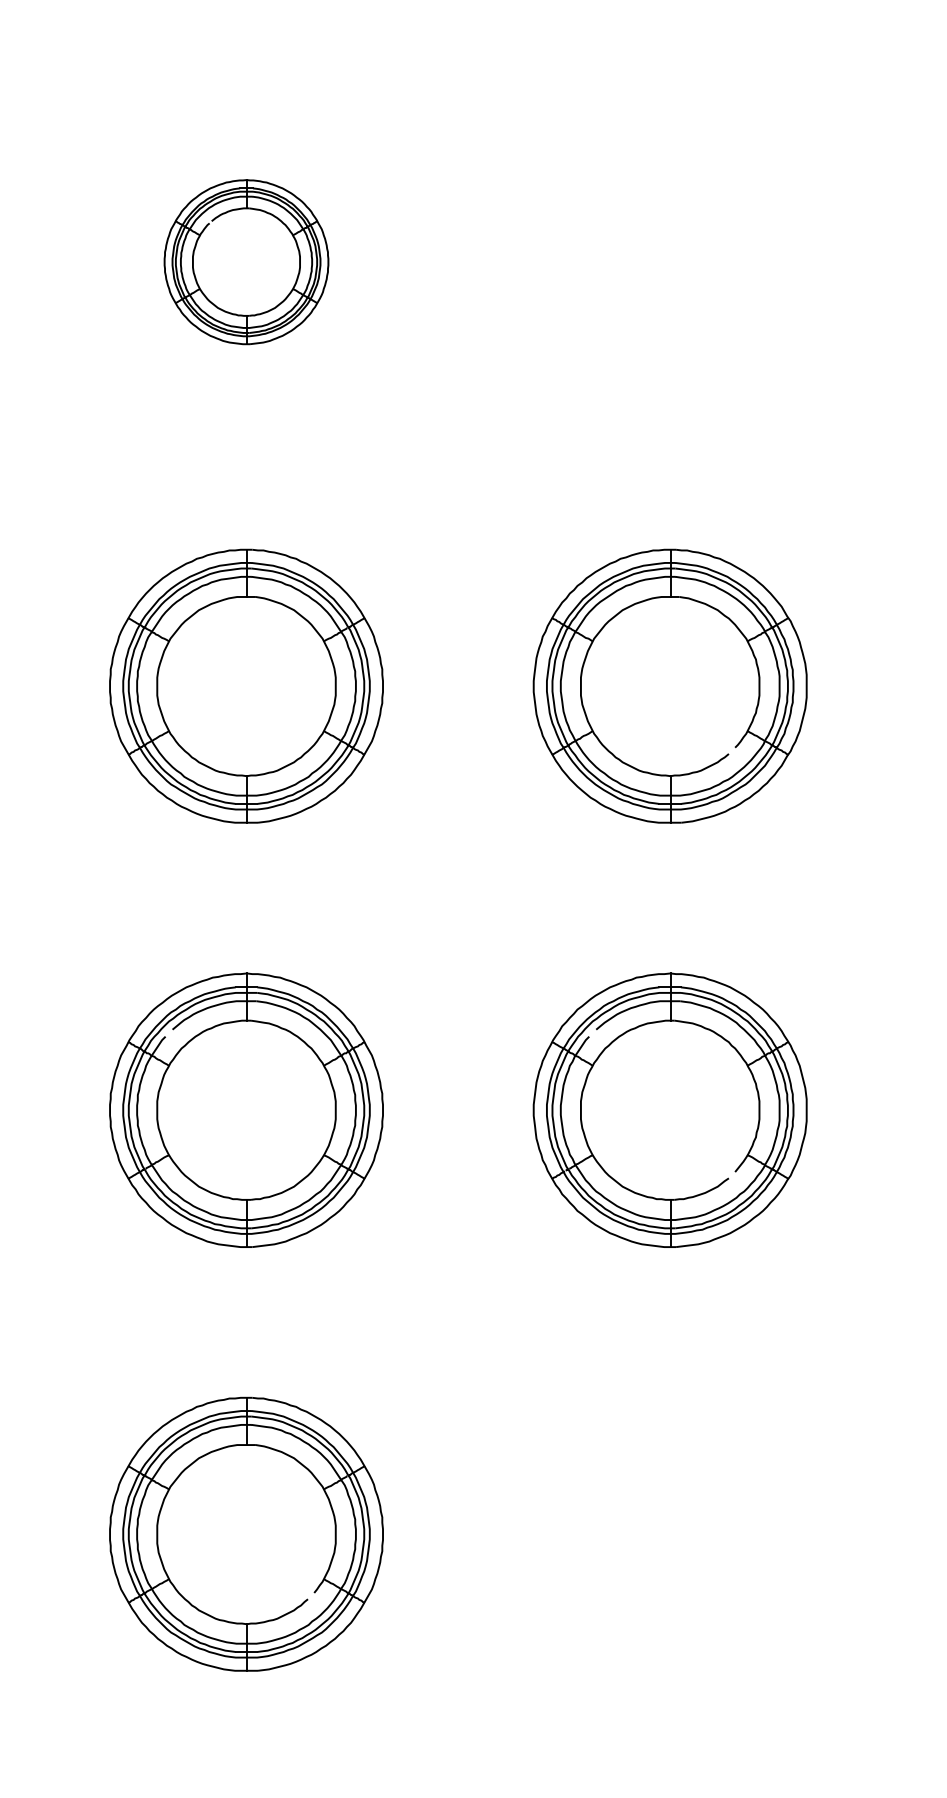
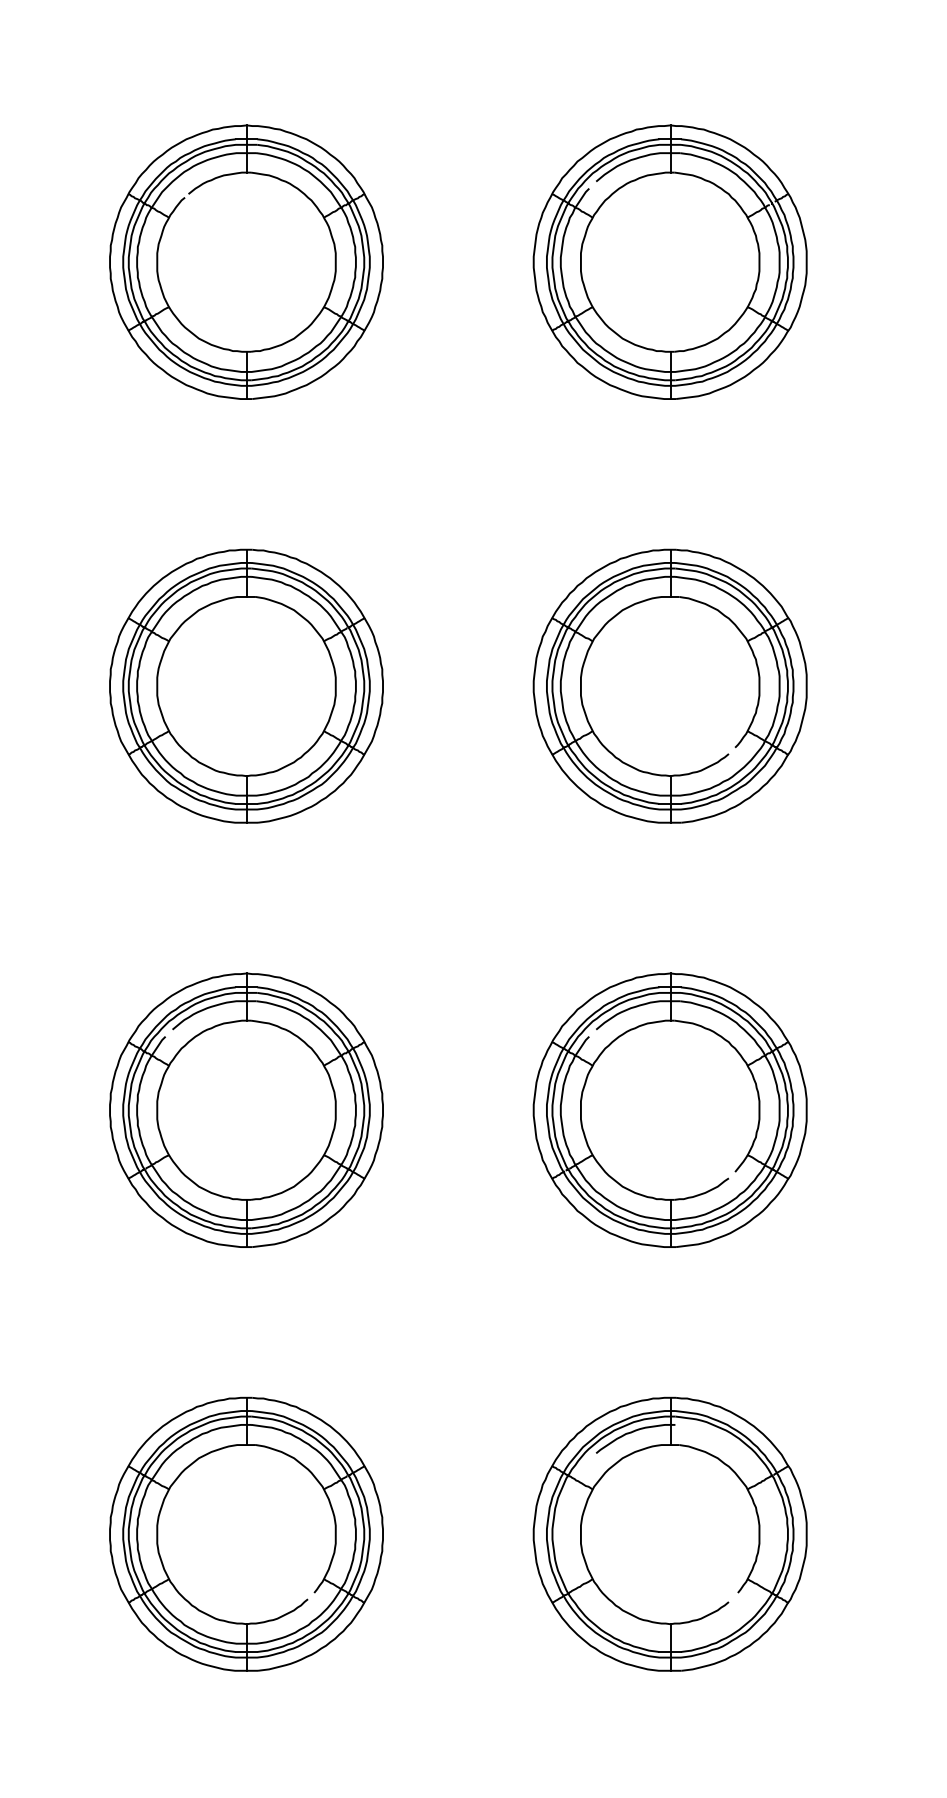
part at (669, 261): none -> present
part at (246, 262) size: 167x167 px -> 275x276 px
part at (669, 1533): none -> present
